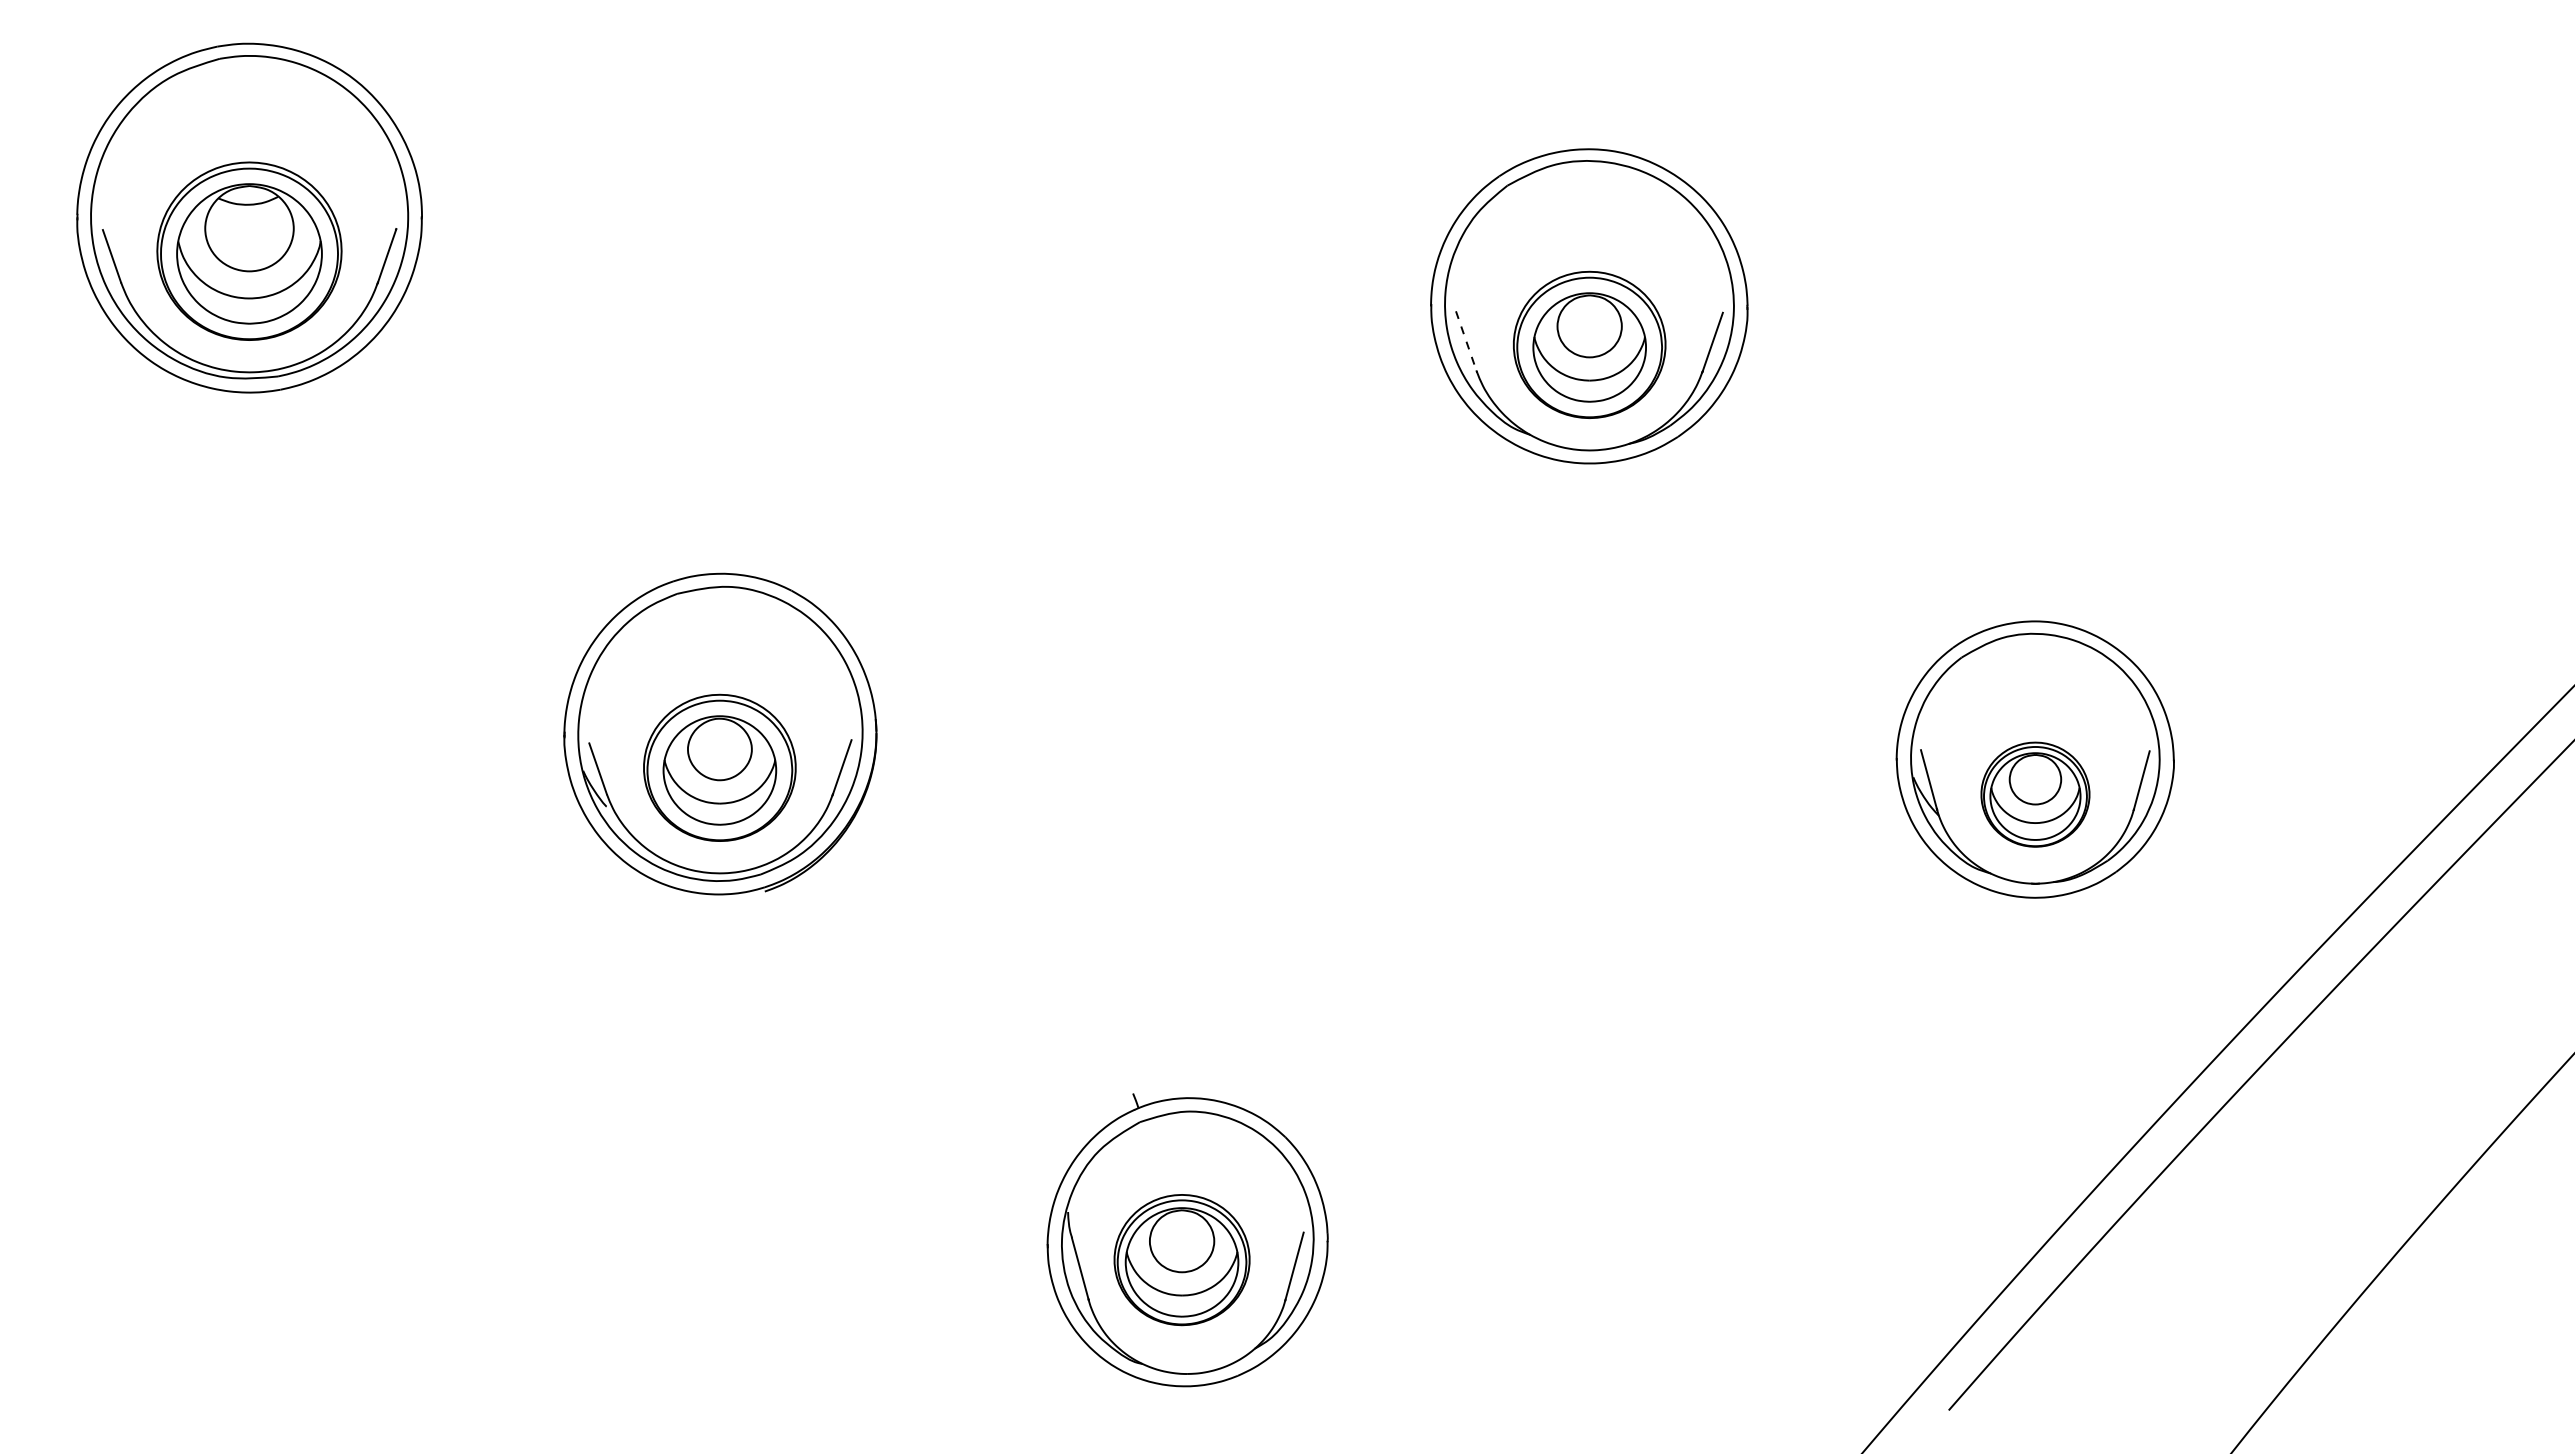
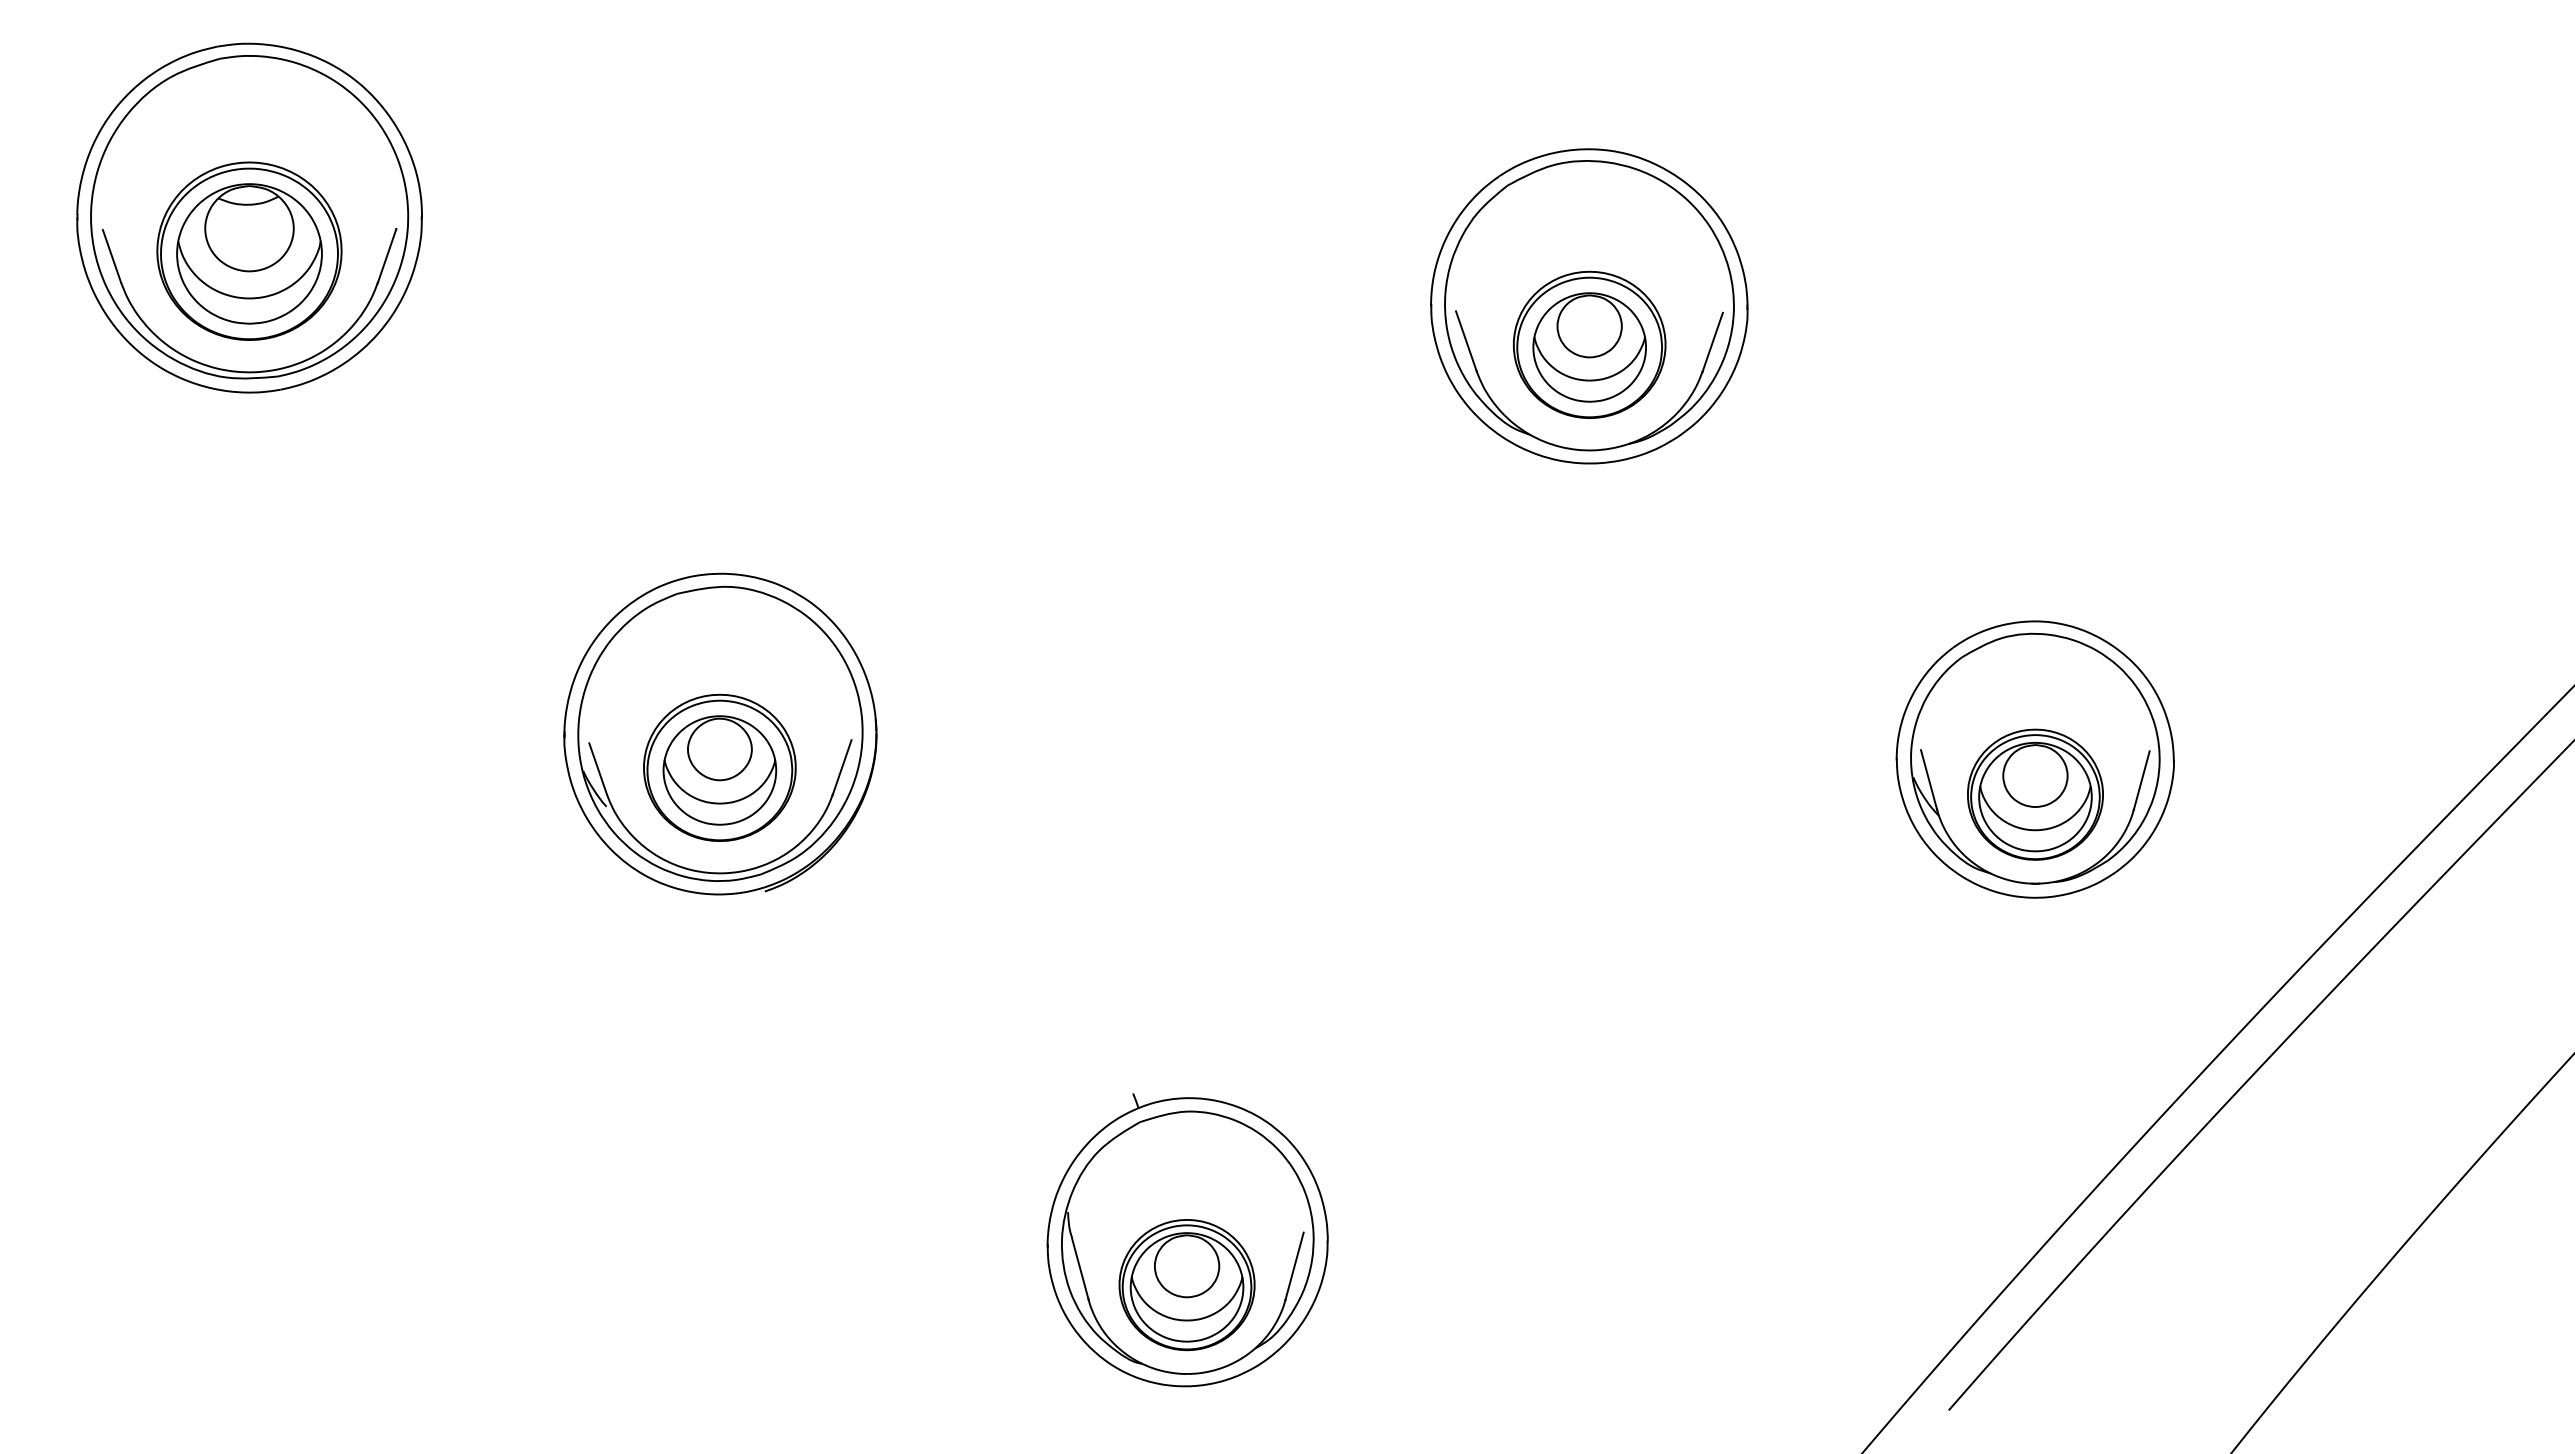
line at (1466, 341): dashed -> solid
part at (2035, 794) size: 111x107 px -> 137x133 px
part at (1181, 1260) position: (1181, 1260) -> (1186, 1285)
